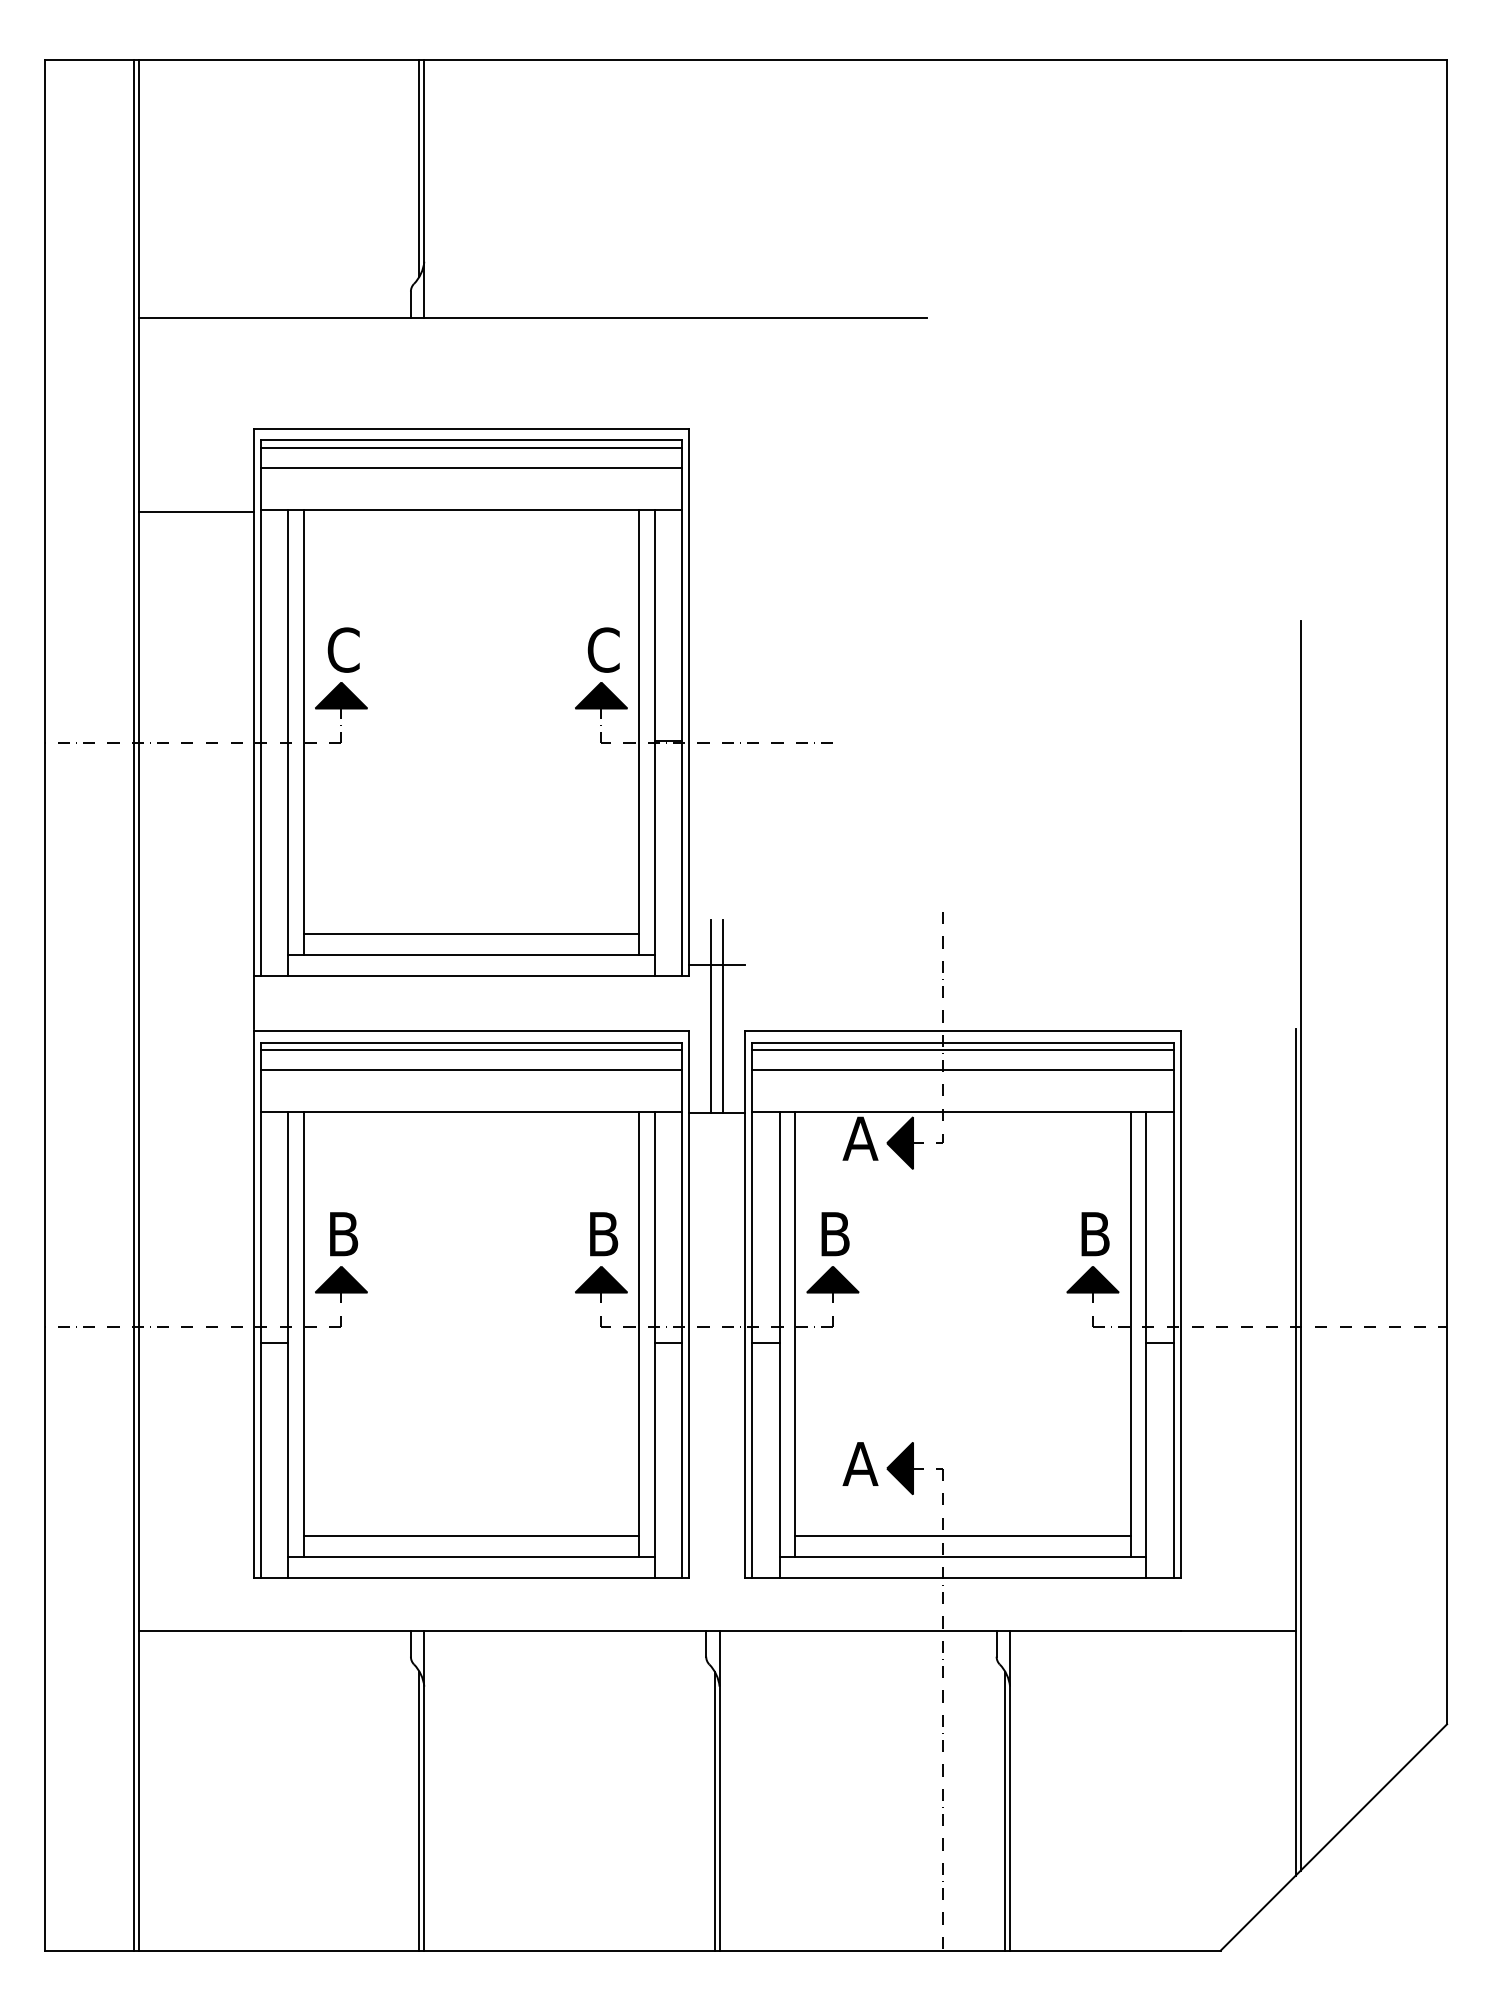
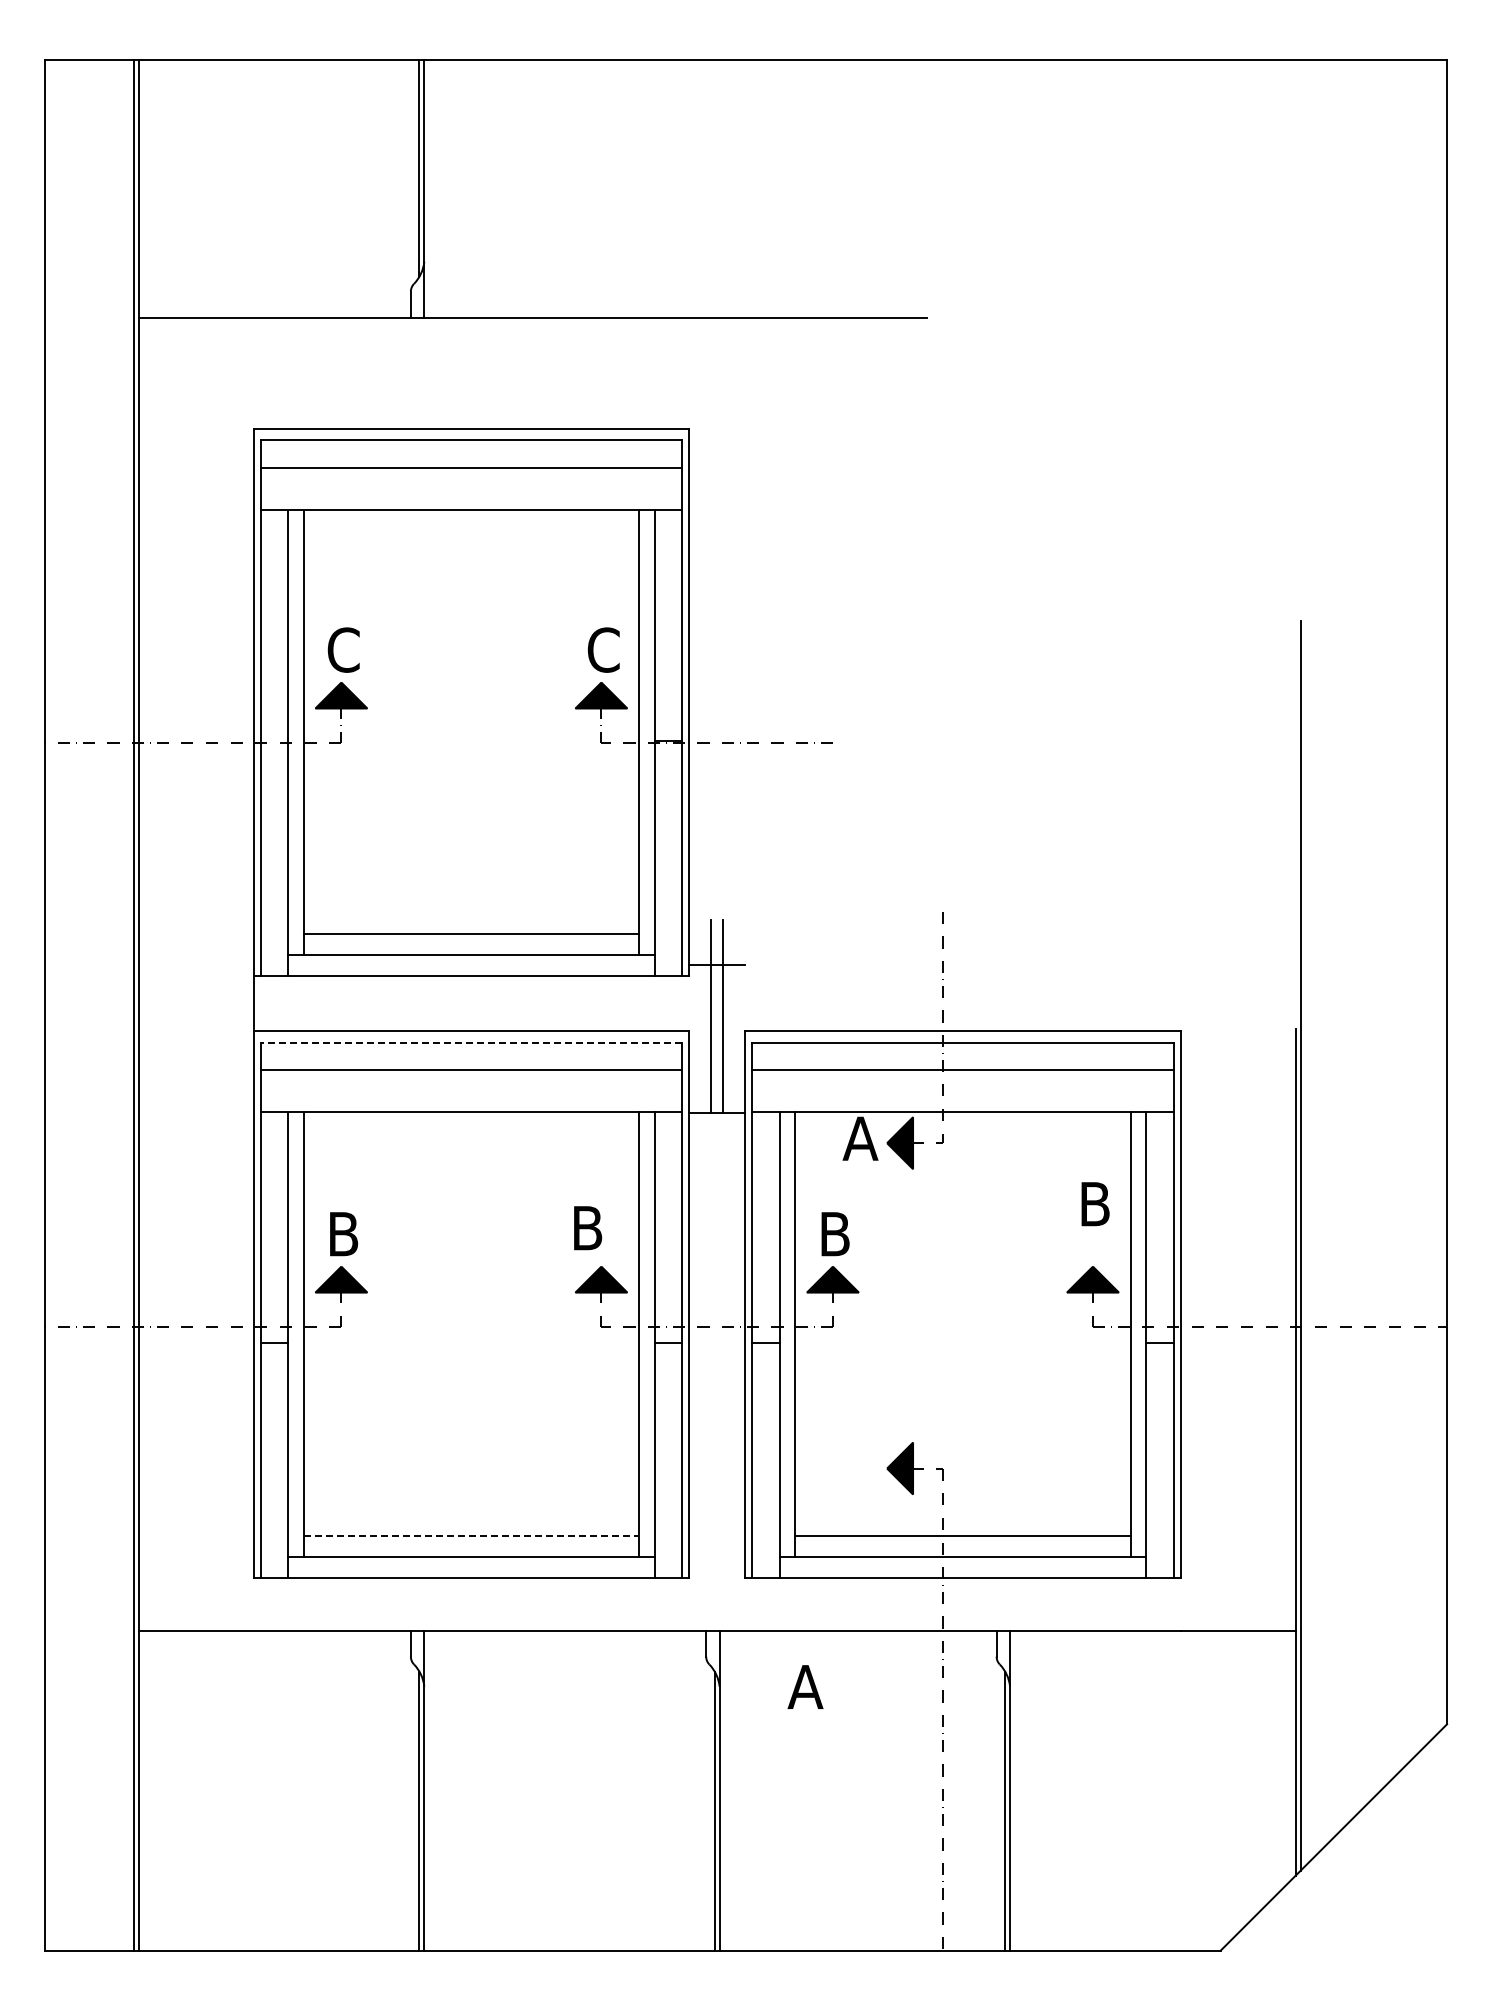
line at (471, 448): present -> none
line at (195, 511): present -> none
line at (471, 1042): solid -> dashed
line at (471, 1050): present -> none
line at (962, 1050): present -> none
text at (604, 1234) position: (604, 1234) -> (588, 1228)
text at (1095, 1234) position: (1095, 1234) -> (1095, 1204)
text at (860, 1463) position: (860, 1463) -> (805, 1686)
line at (471, 1536): solid -> dashed
